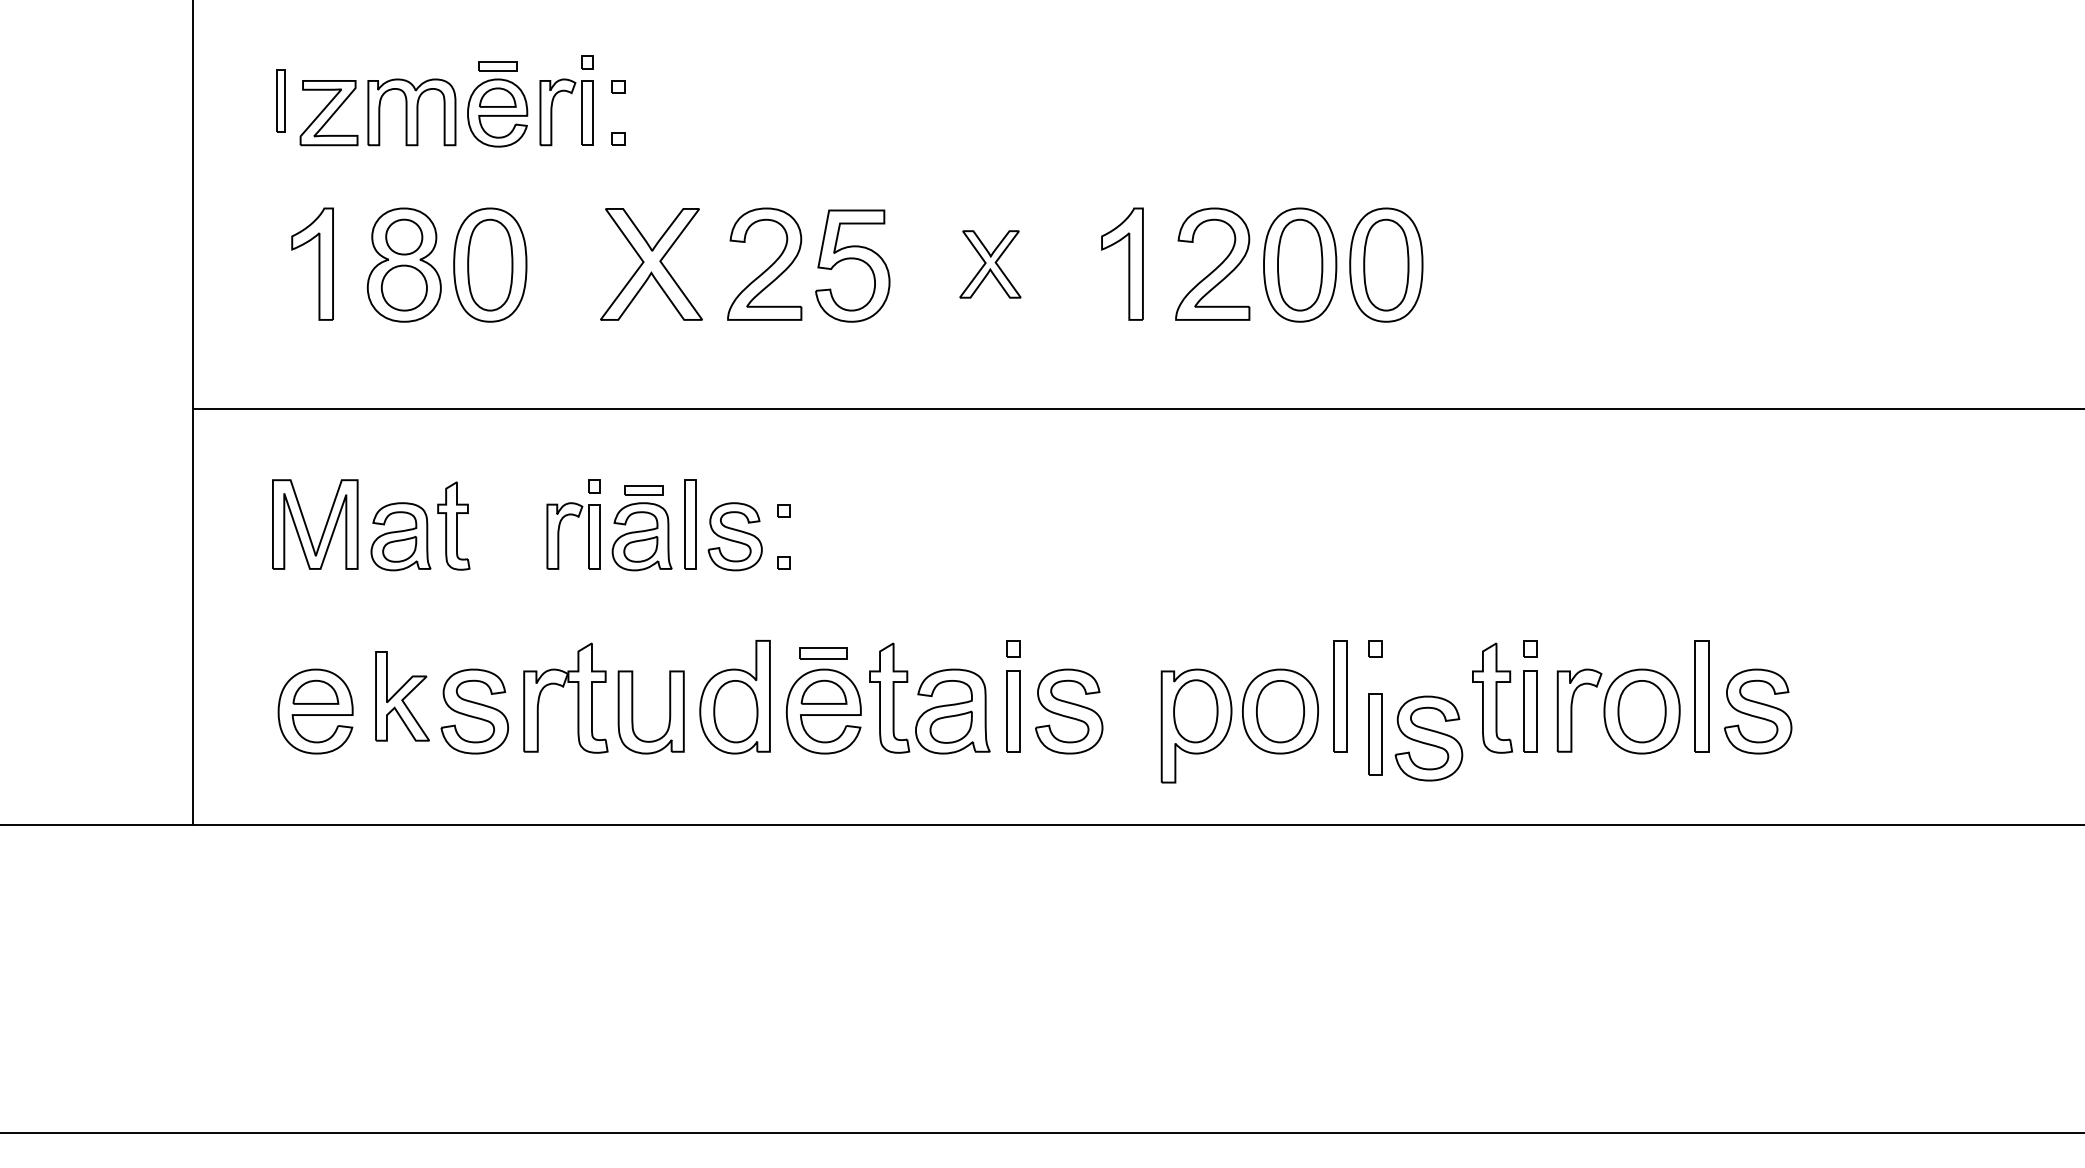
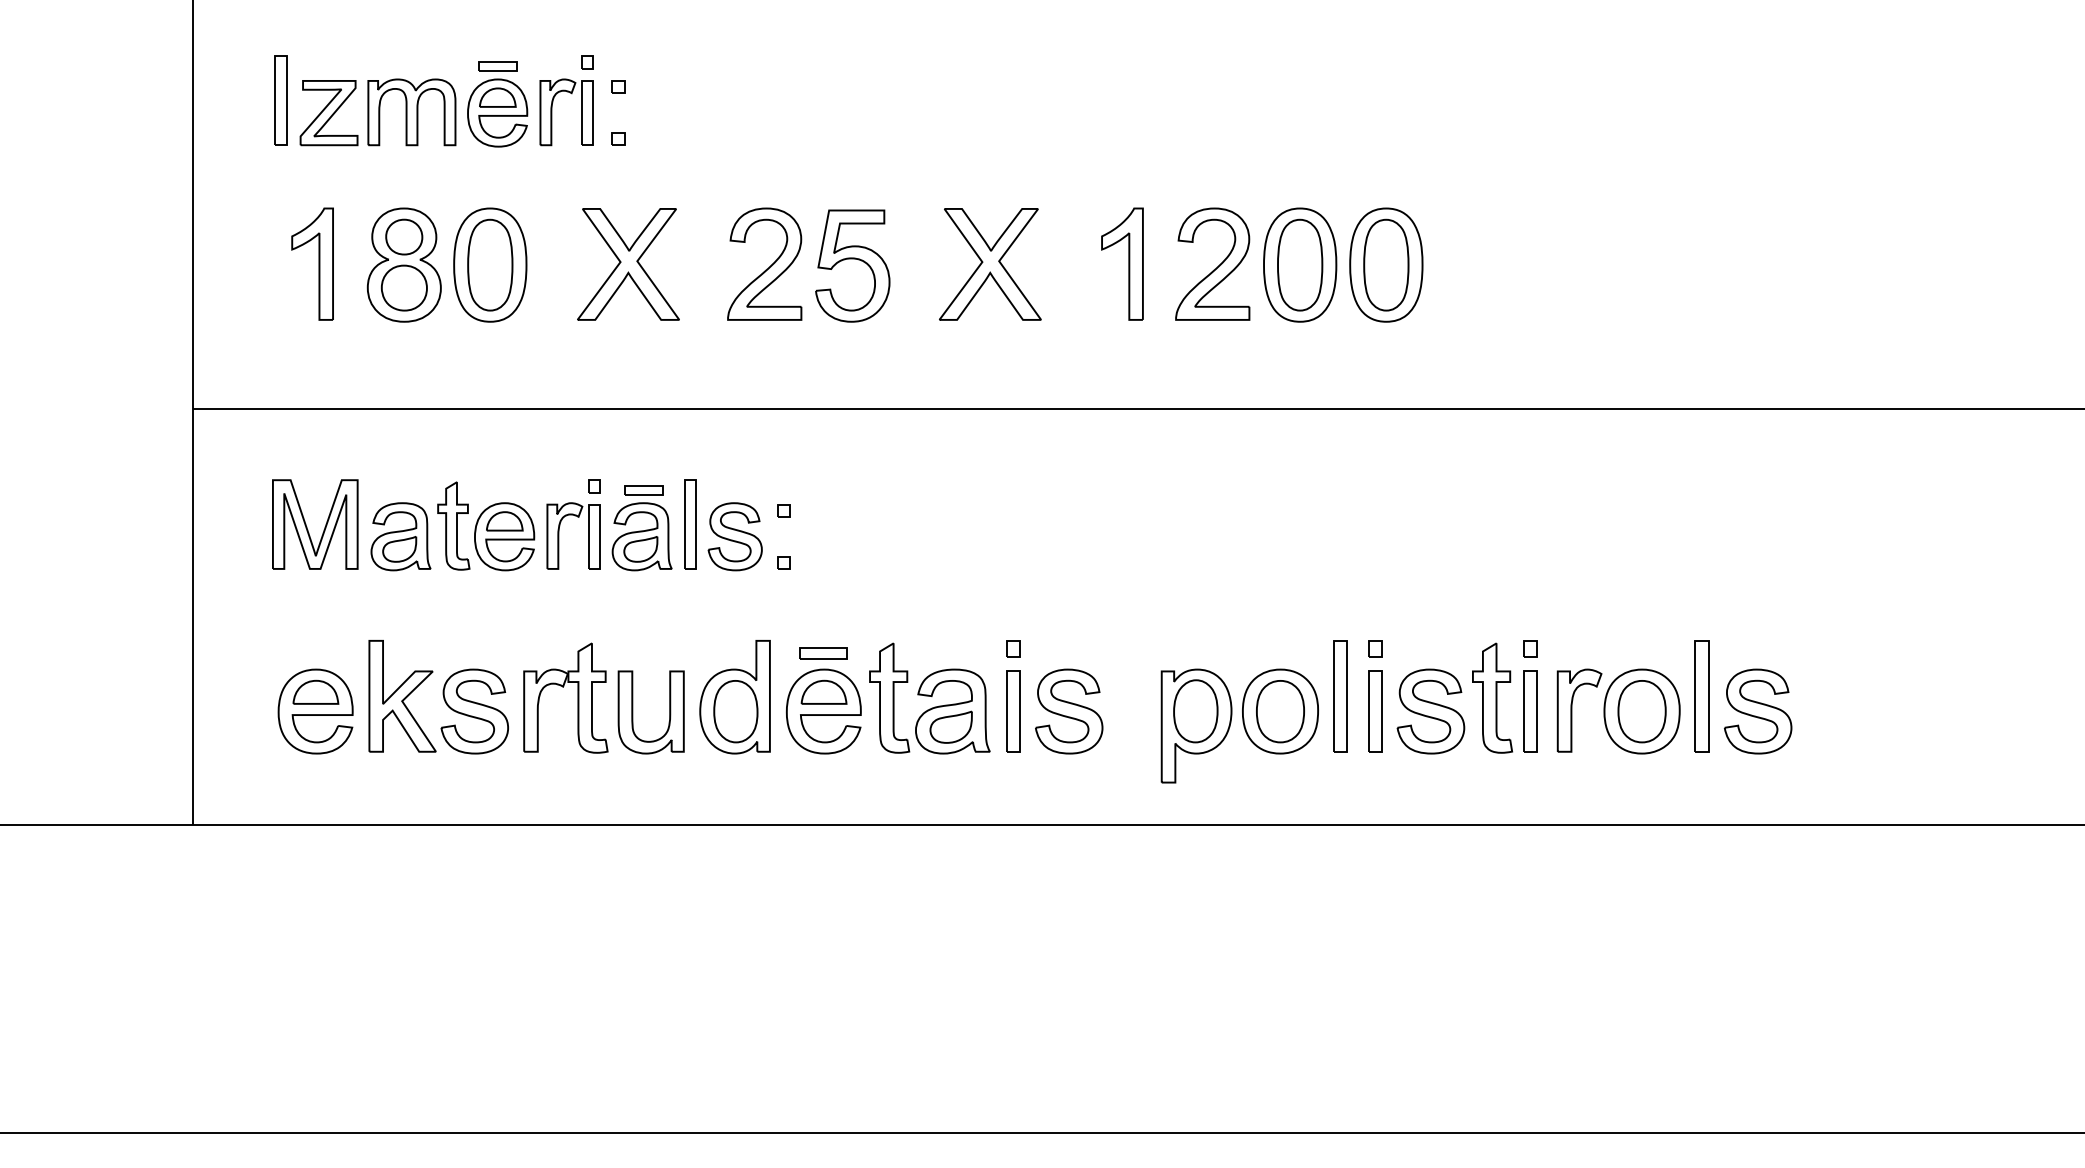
part at (280, 100) size: 10x64 px -> 14x91 px
part at (651, 264) position: (651, 264) -> (628, 264)
part at (990, 264) size: 63x69 px -> 103x113 px
part at (504, 536): none -> present
part at (402, 696) size: 55x91 px -> 69x113 px
part at (1375, 734) position: (1375, 734) -> (1375, 711)
part at (1428, 738) position: (1428, 738) -> (1430, 711)
